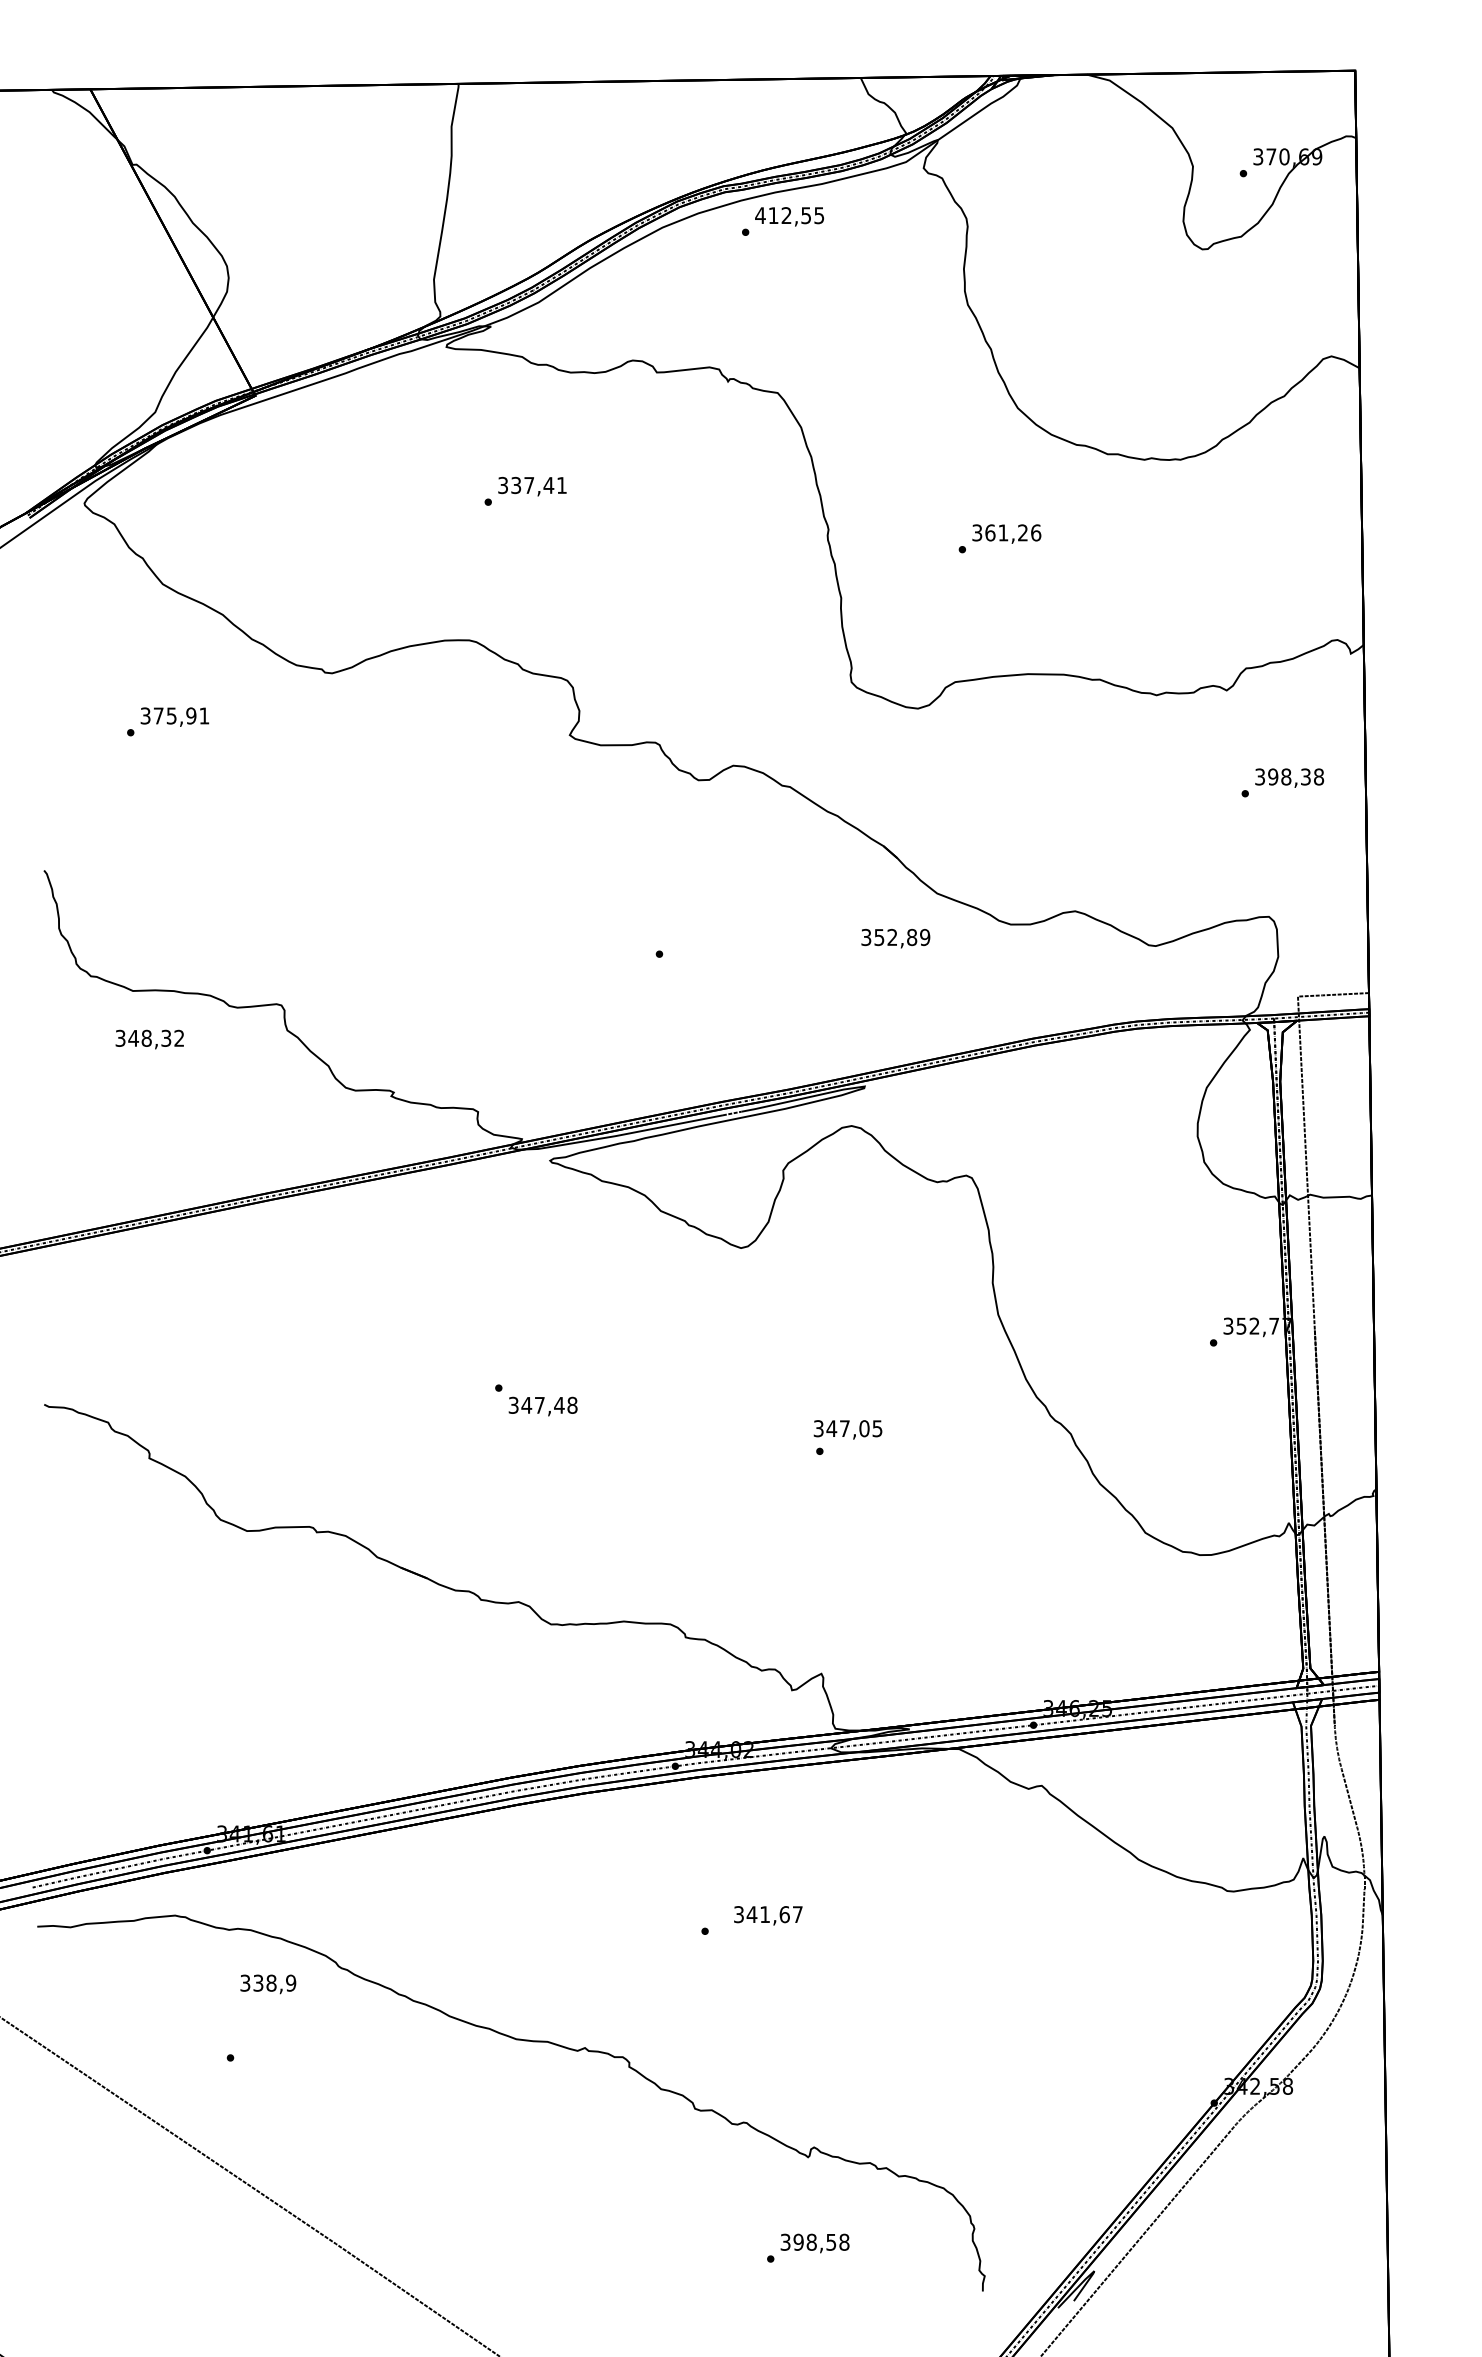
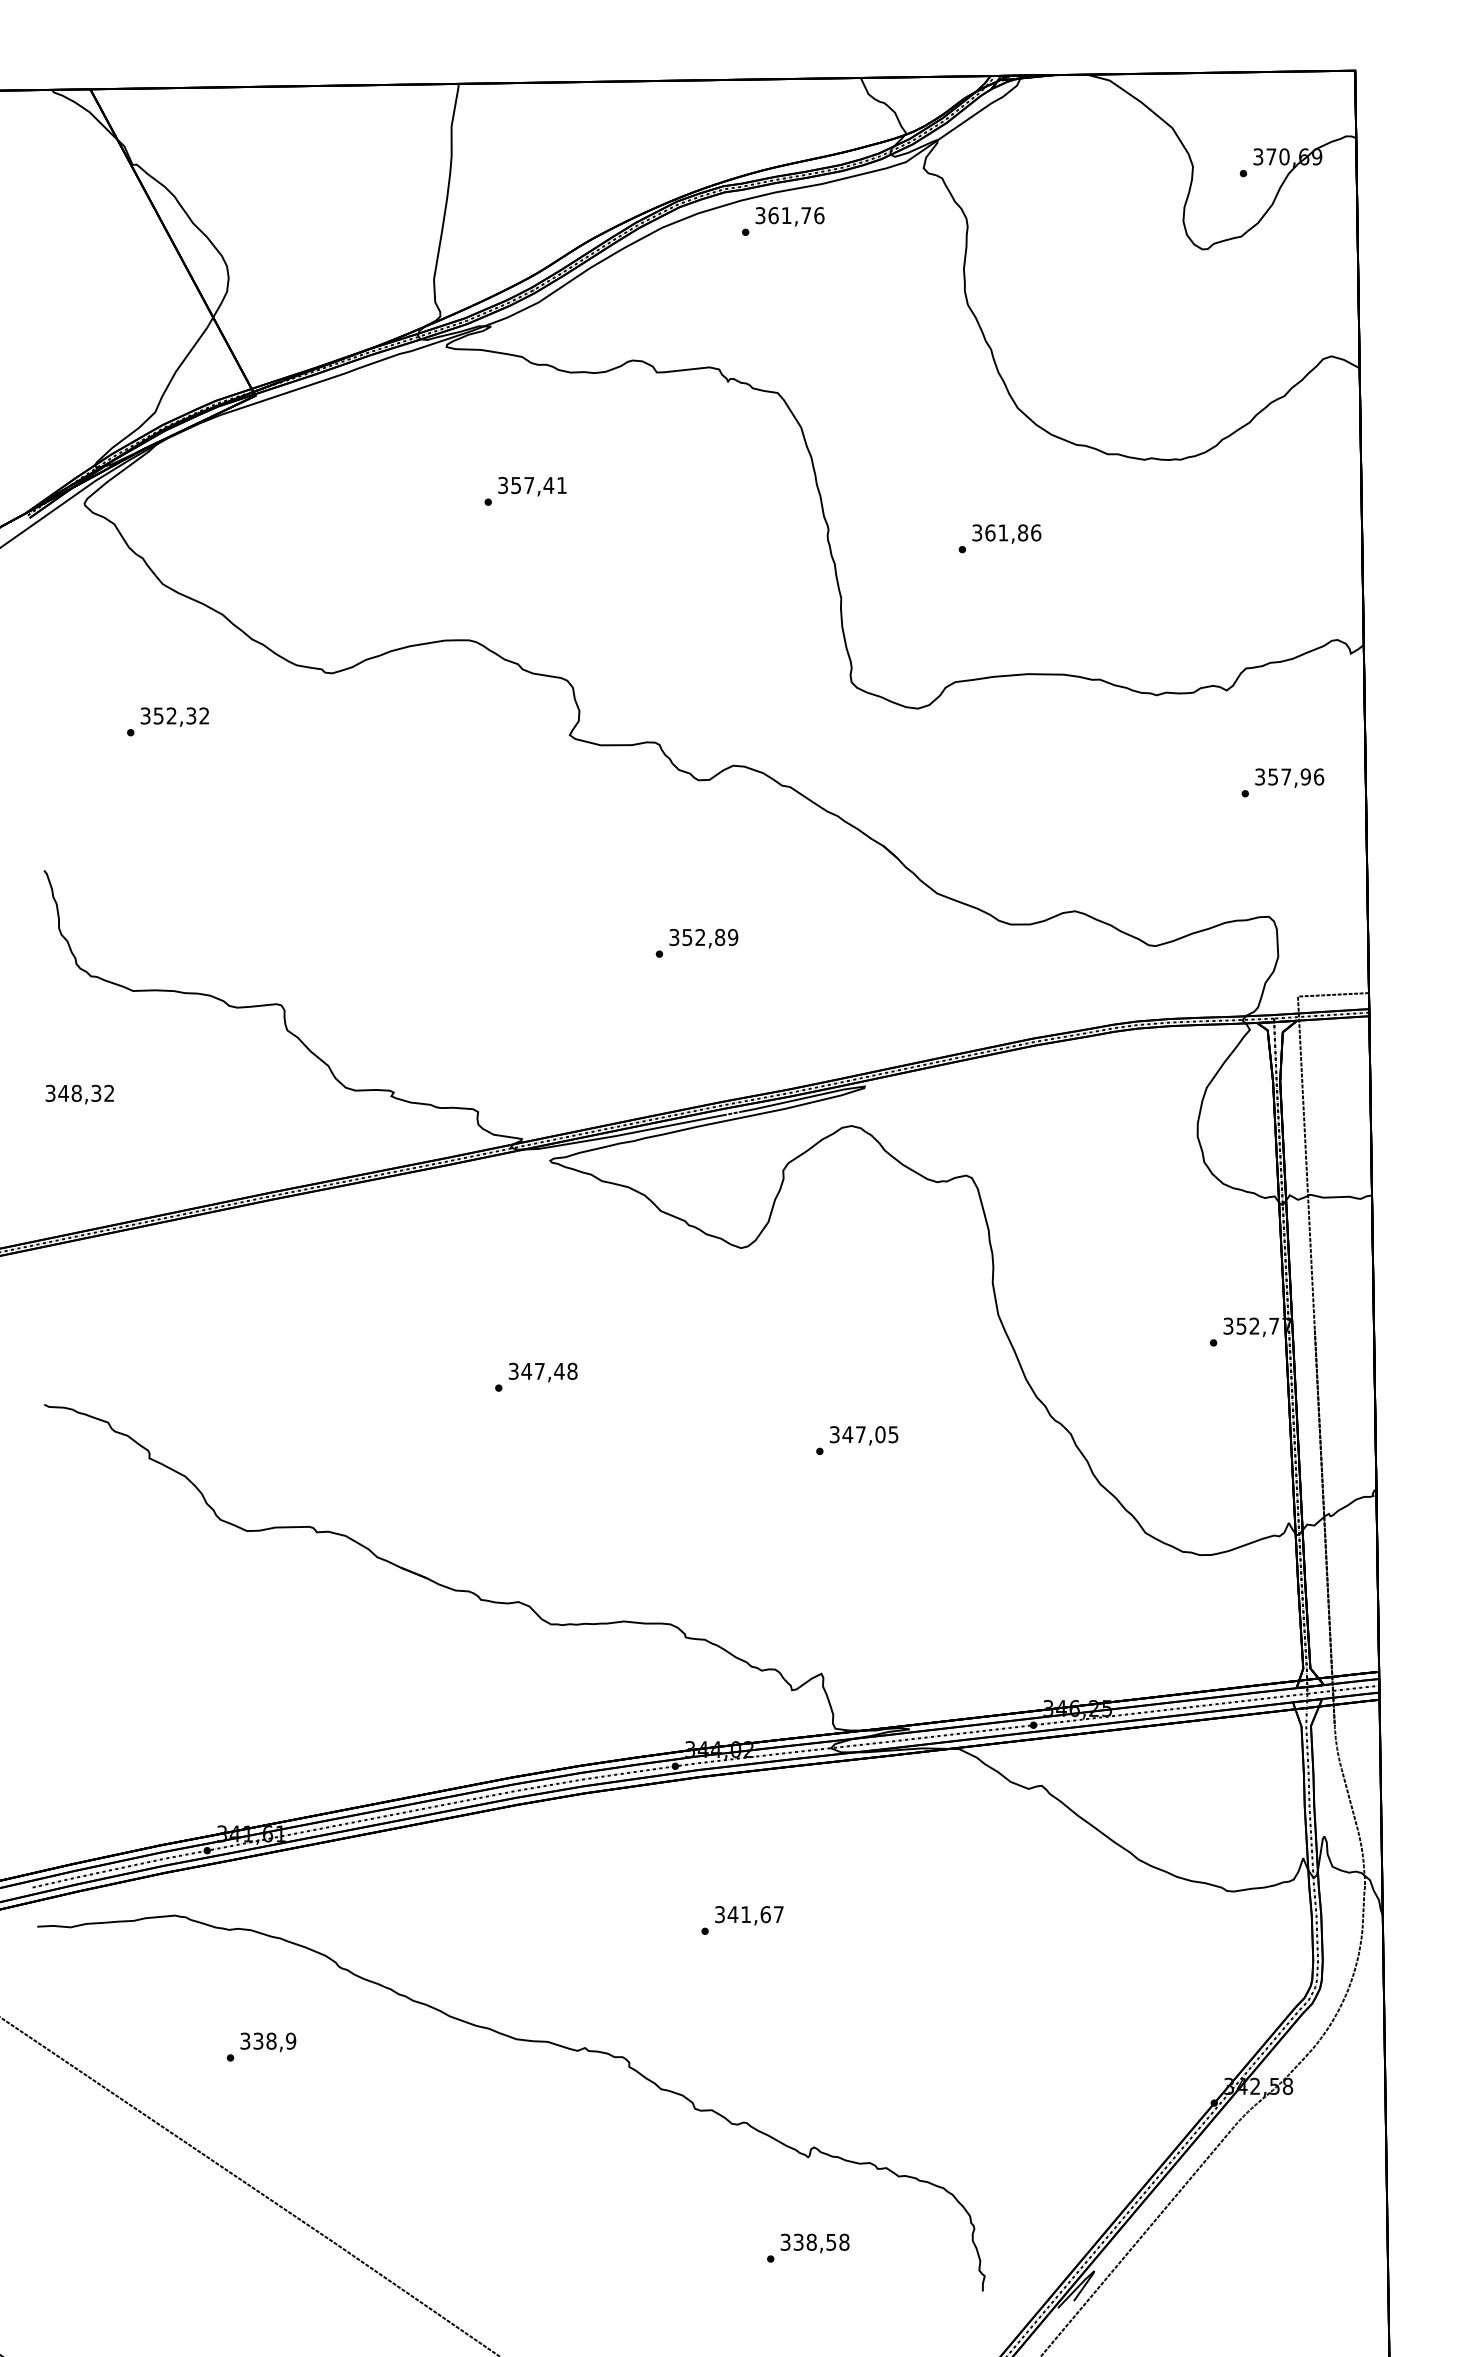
text at (789, 215): 412,55 -> 361,76
text at (516, 484): 337,41 -> 357,41
text at (1023, 532): 361,26 -> 361,86
text at (181, 715): 375,91 -> 352,32
text at (1296, 776): 398,38 -> 357,96
text at (895, 938) position: (895, 938) -> (703, 938)
text at (149, 1039) position: (149, 1039) -> (79, 1094)
text at (542, 1406) position: (542, 1406) -> (542, 1372)
text at (847, 1429) position: (847, 1429) -> (863, 1435)
text at (768, 1915) position: (768, 1915) -> (749, 1915)
text at (268, 1984) position: (268, 1984) -> (268, 2042)
text at (798, 2241): 398,58 -> 338,58
